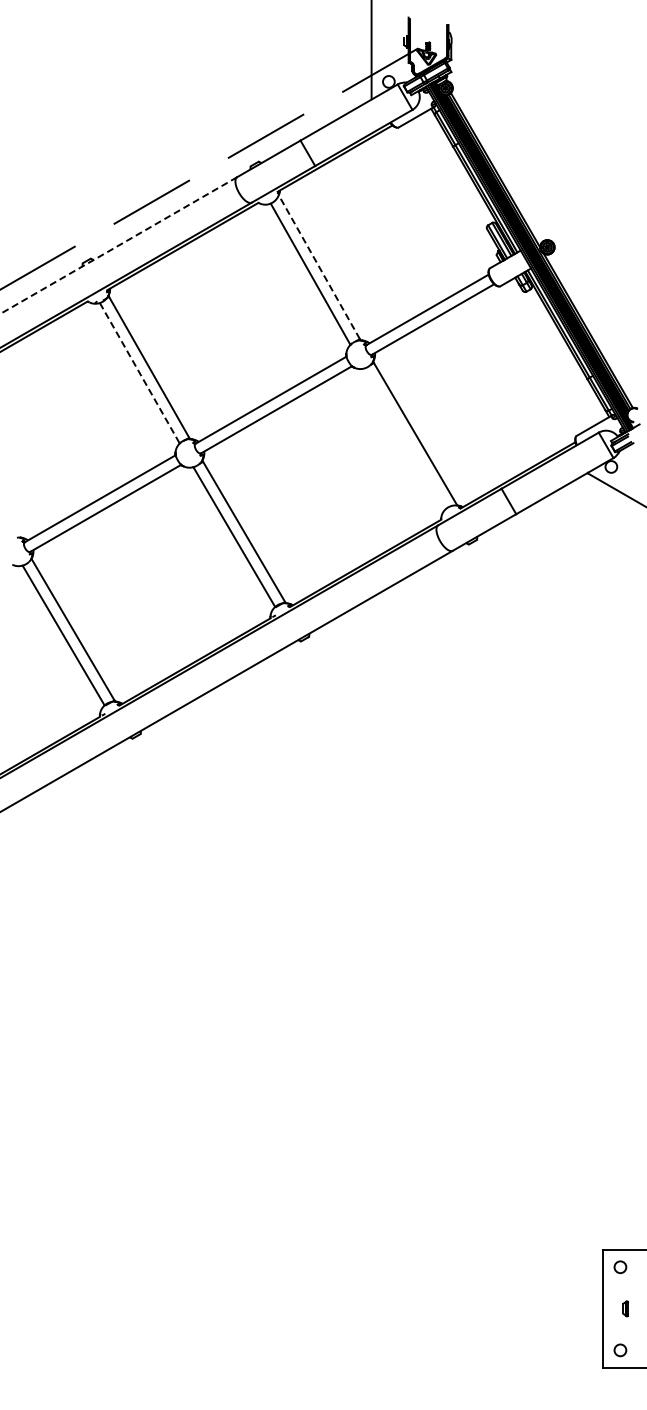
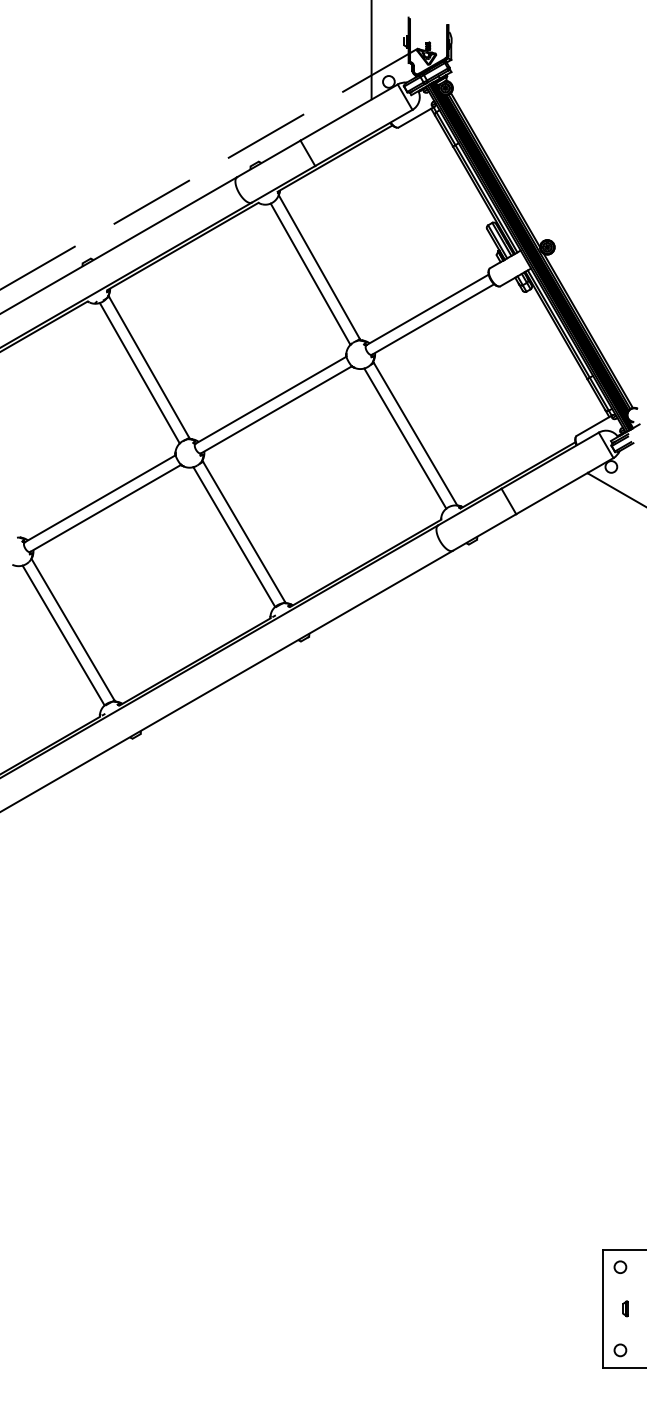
line at (118, 245): dashed -> solid
line at (319, 267): dashed -> solid
line at (139, 373): dashed -> solid
line at (405, 438): none -> present
